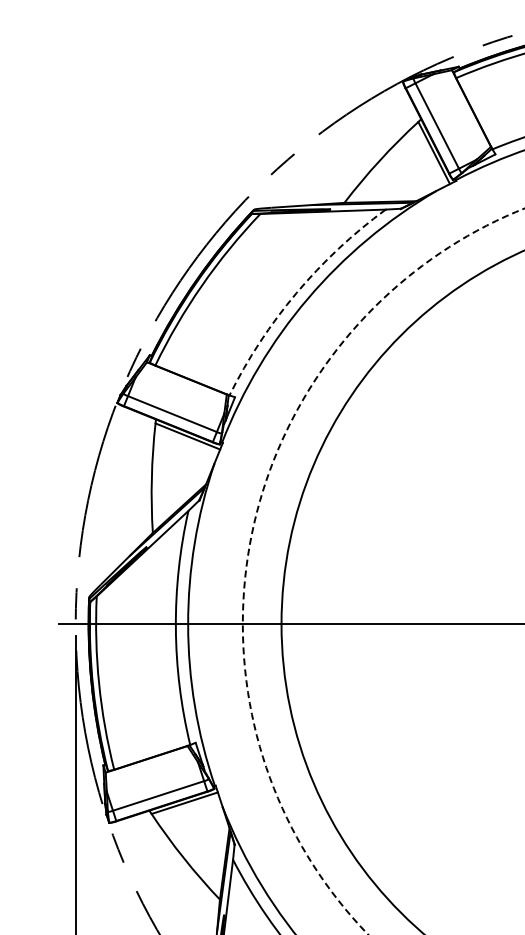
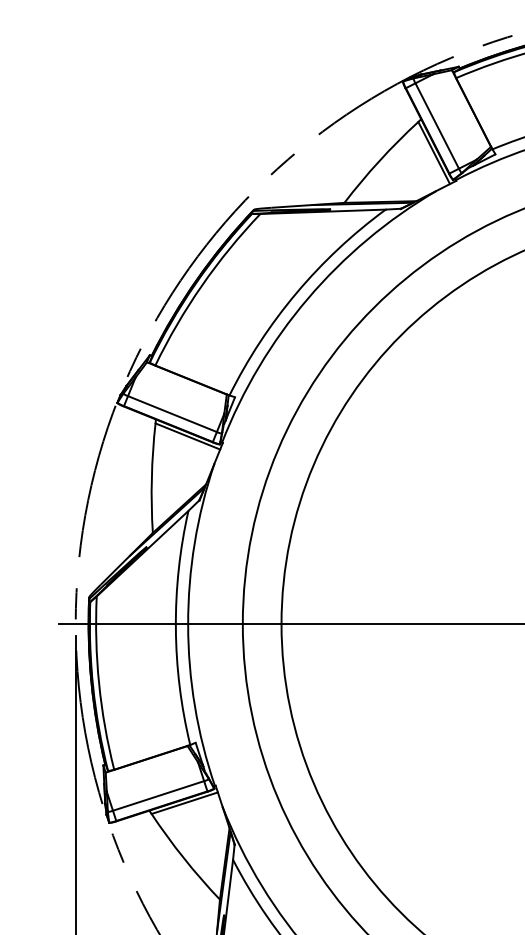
arc at (296, 293): dashed -> solid
circle at (383, 571): dashed -> solid
